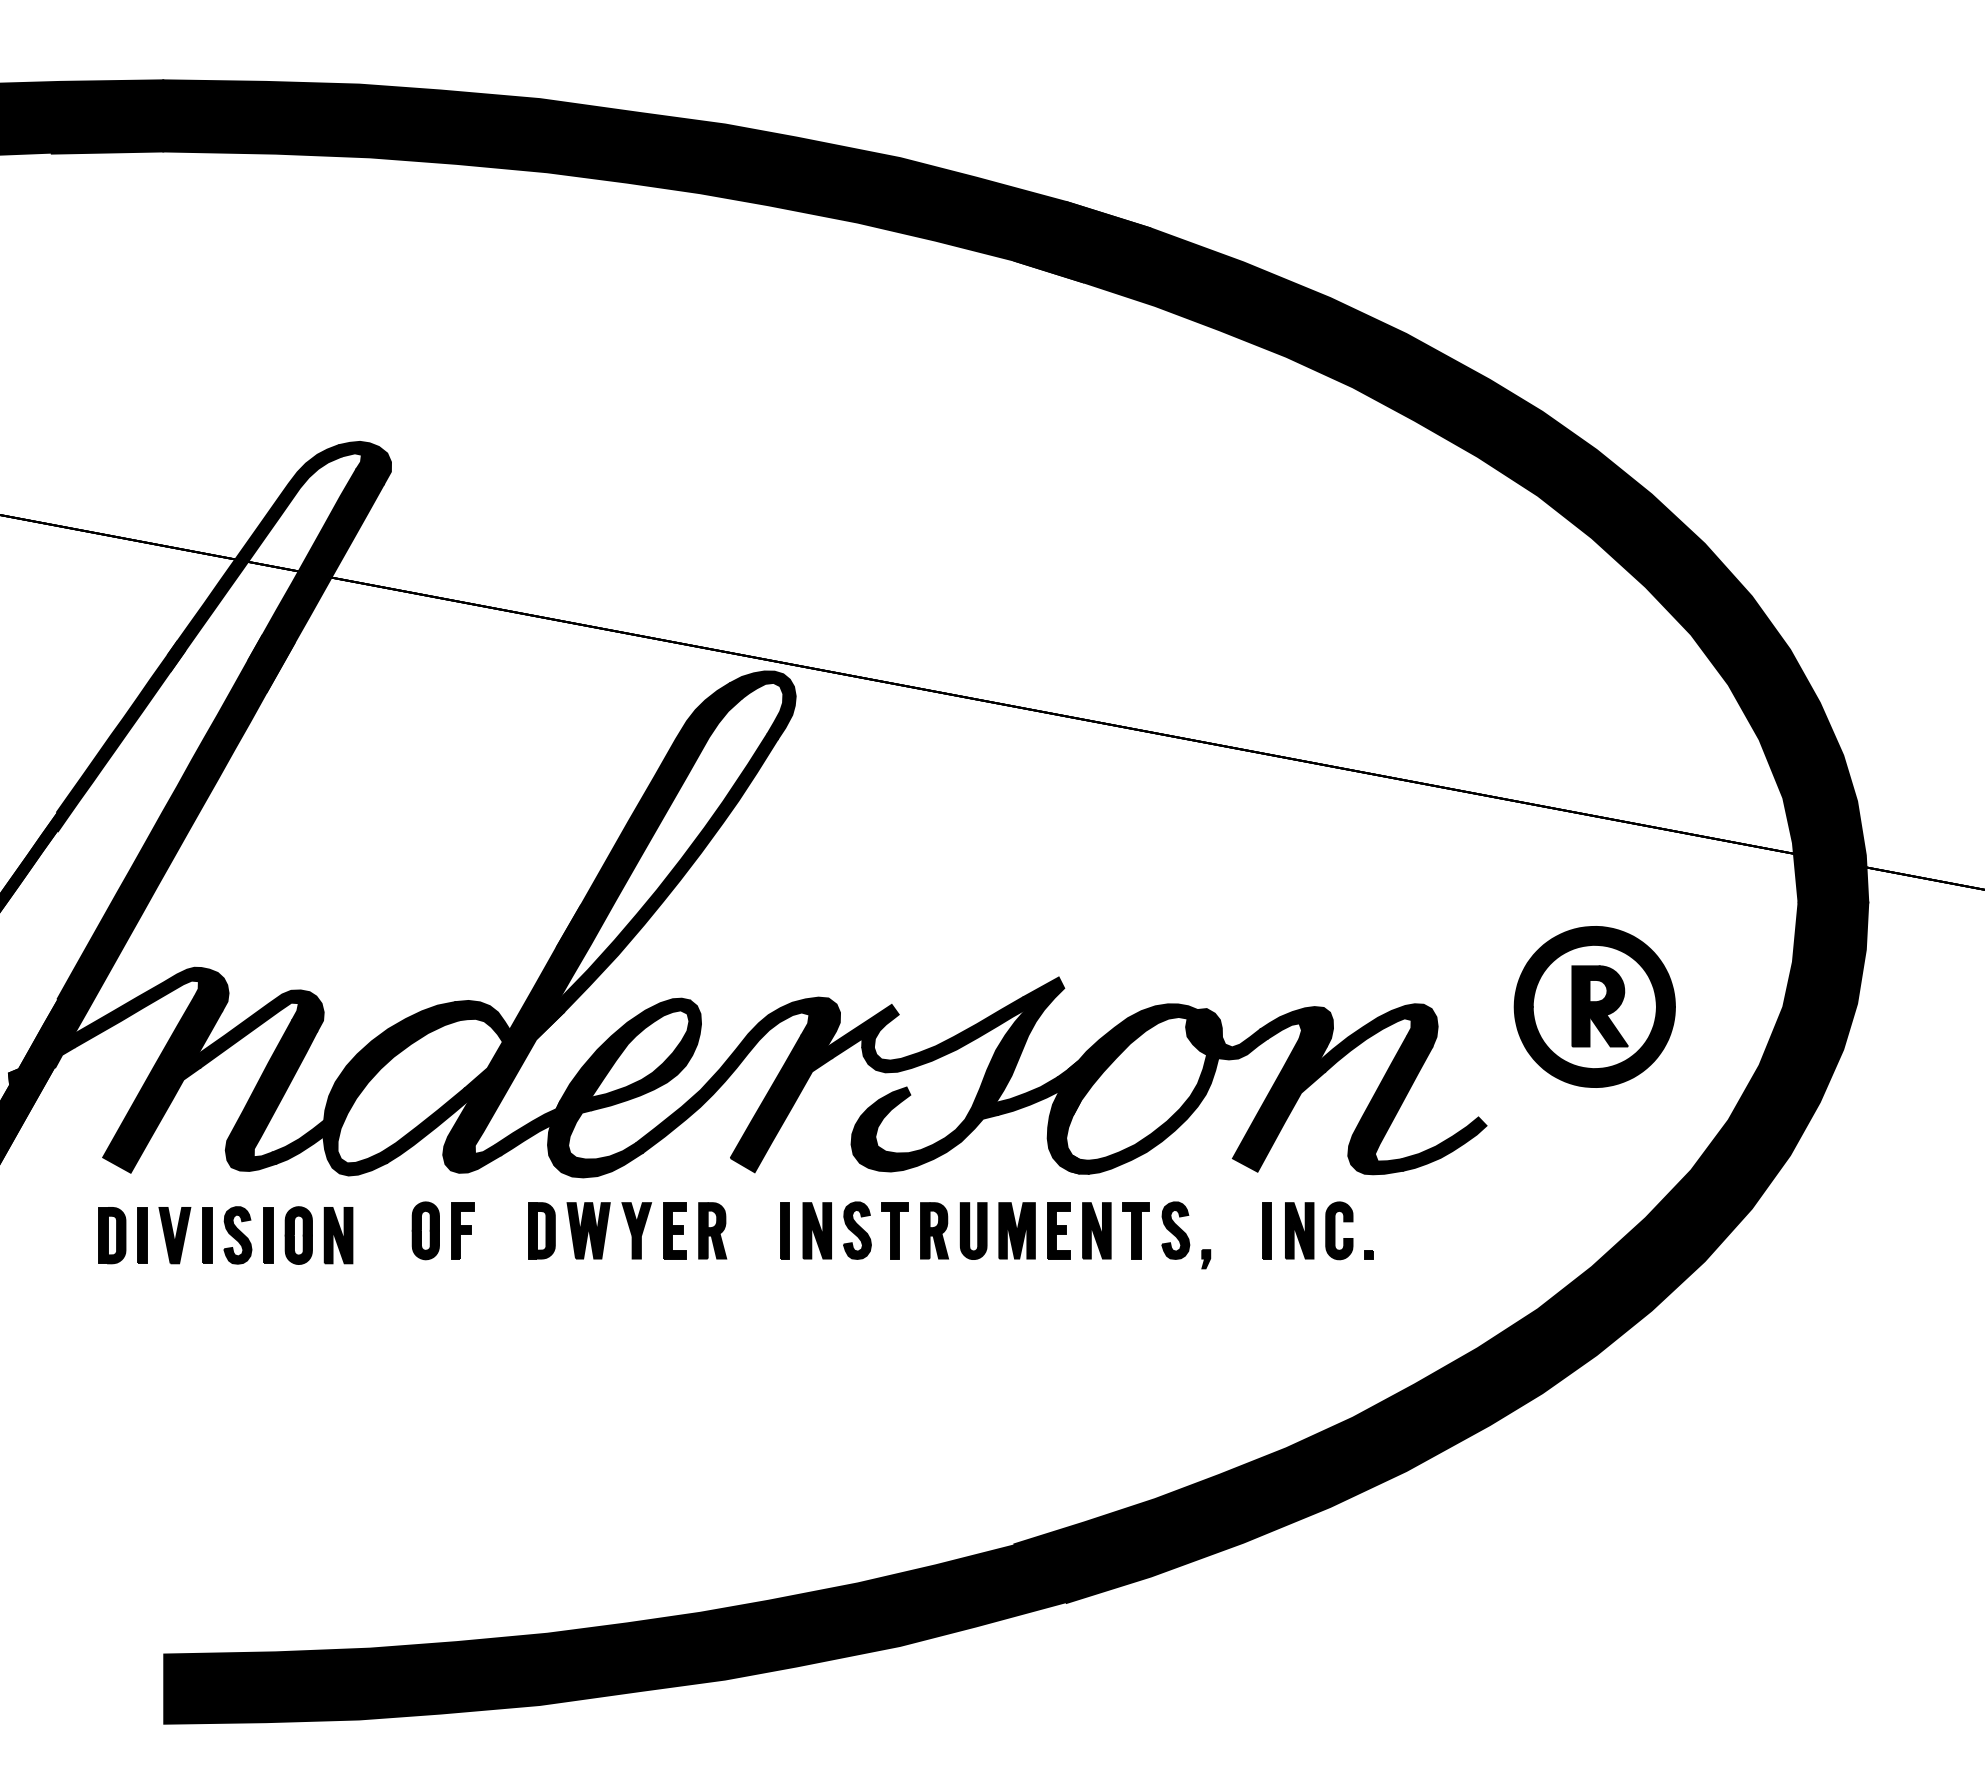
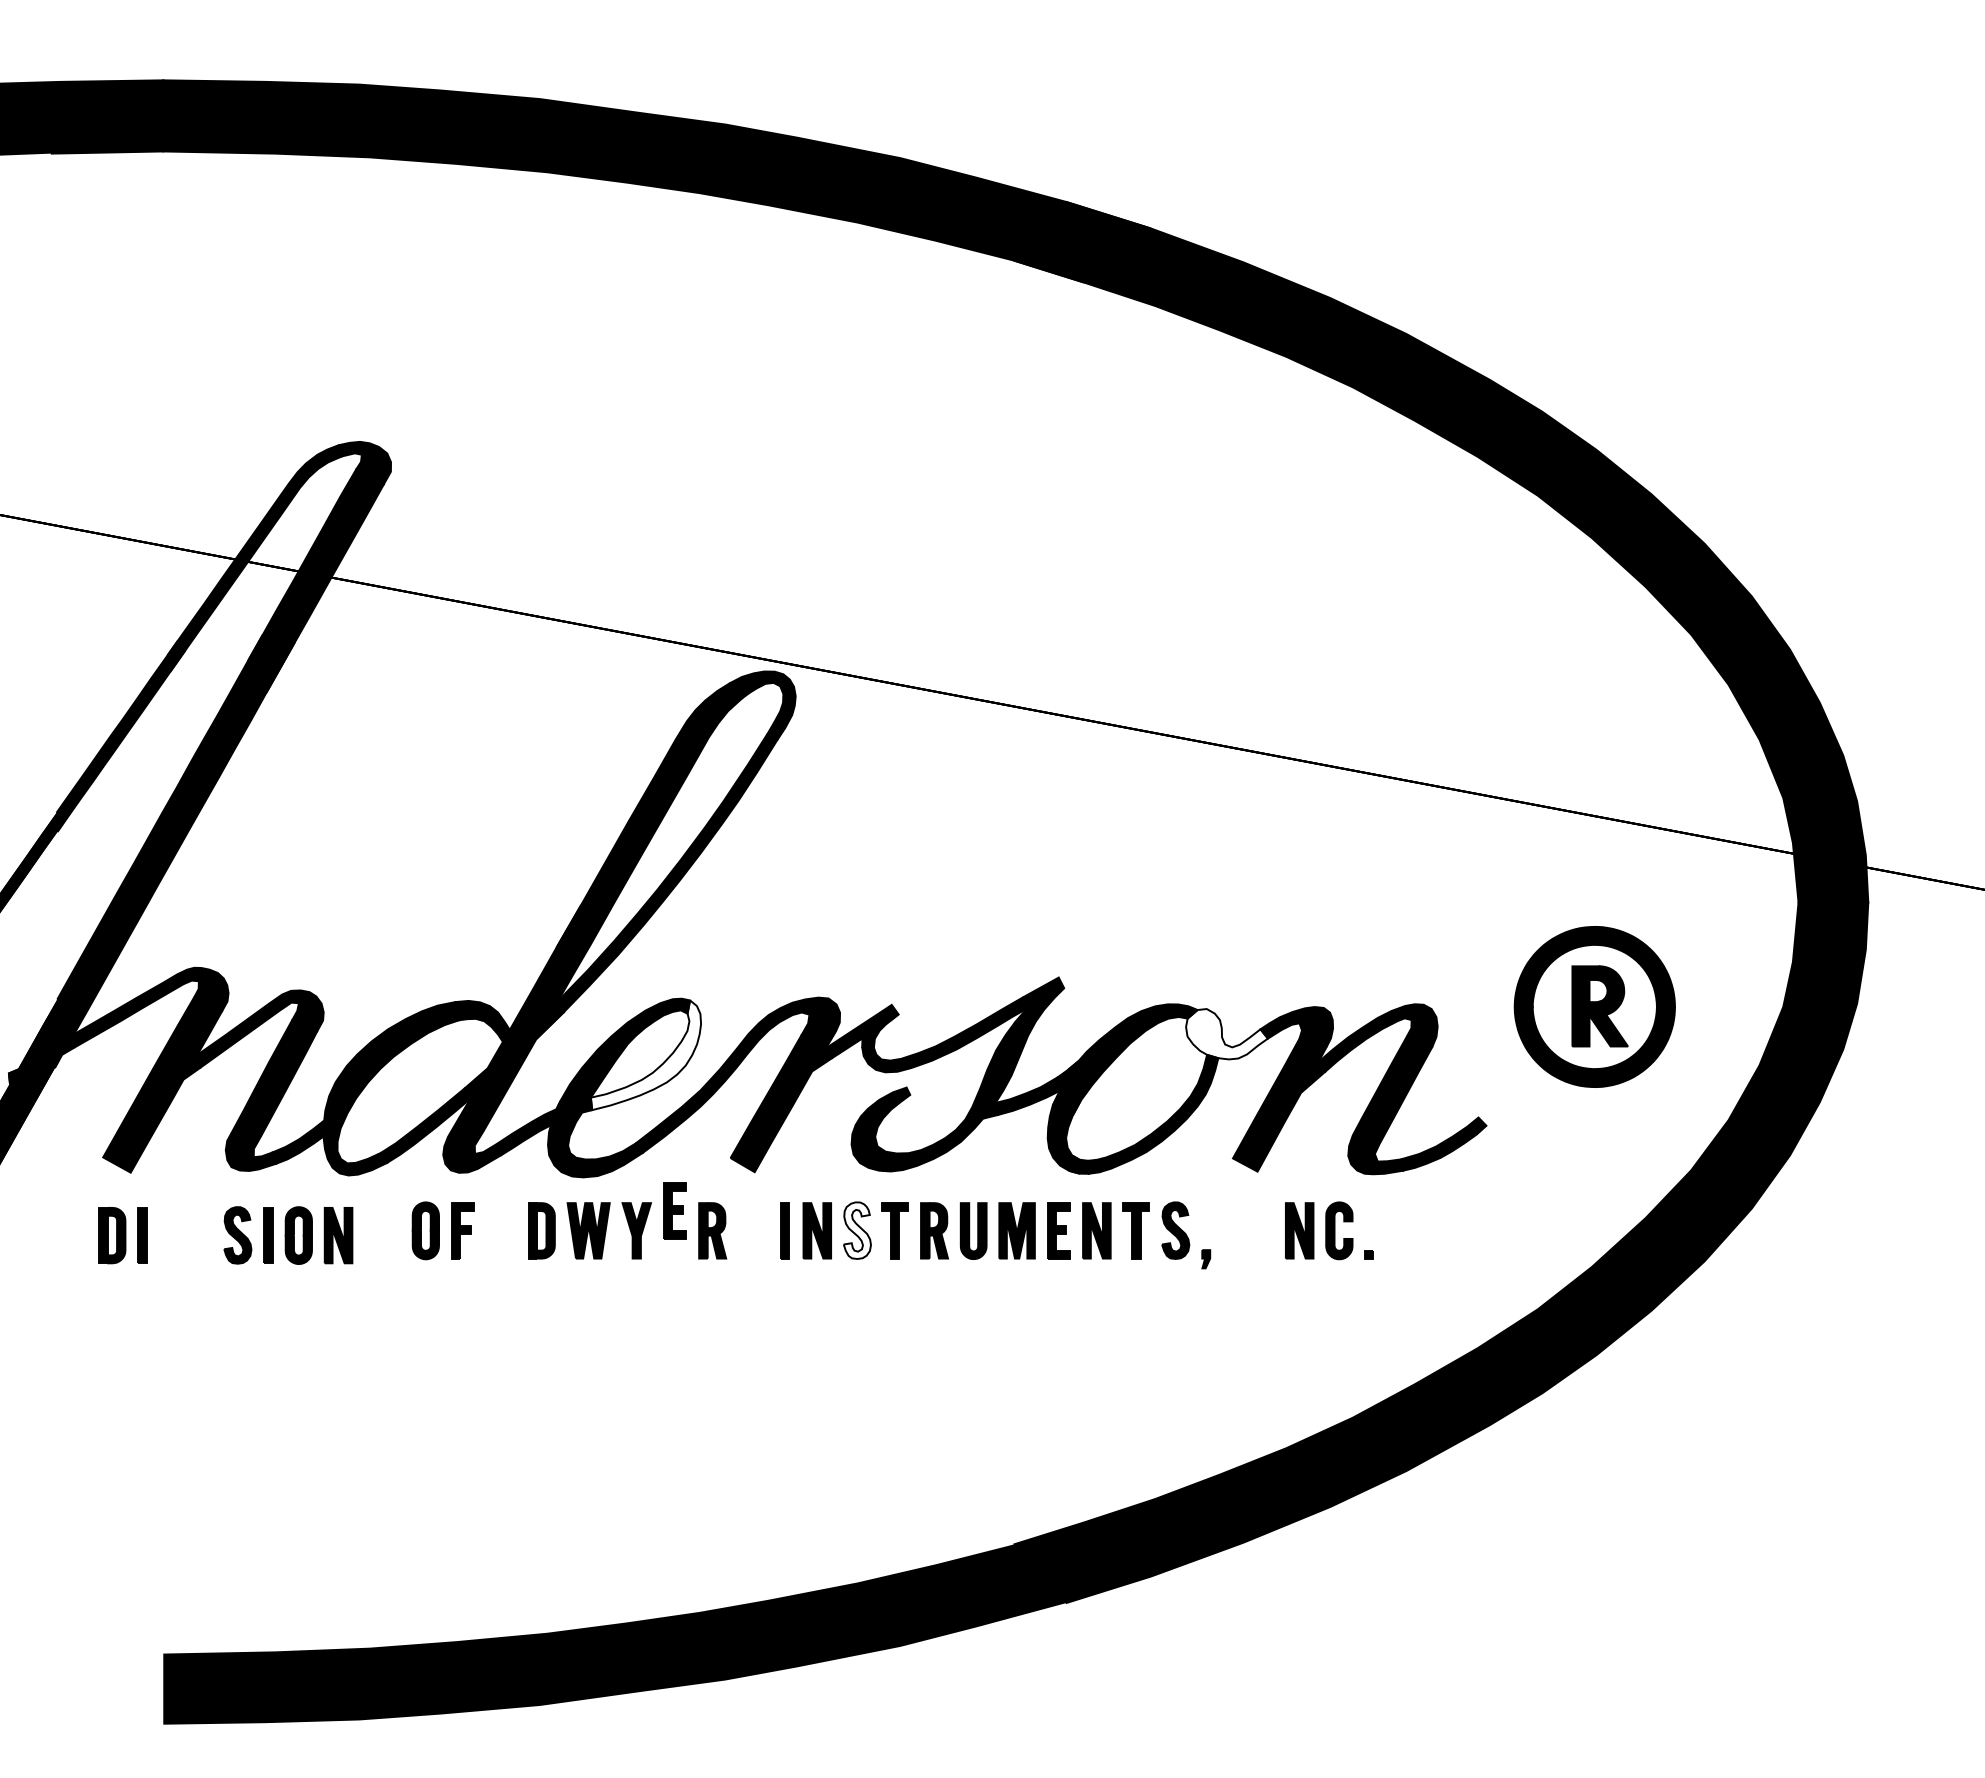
fill at (1226, 1034): present -> none
fill at (645, 1055): present -> none
part at (674, 1230) position: (674, 1230) -> (674, 1210)
fill at (857, 1230): present -> none
part at (1266, 1230): present -> none
part at (174, 1235): present -> none
part at (207, 1235): present -> none
